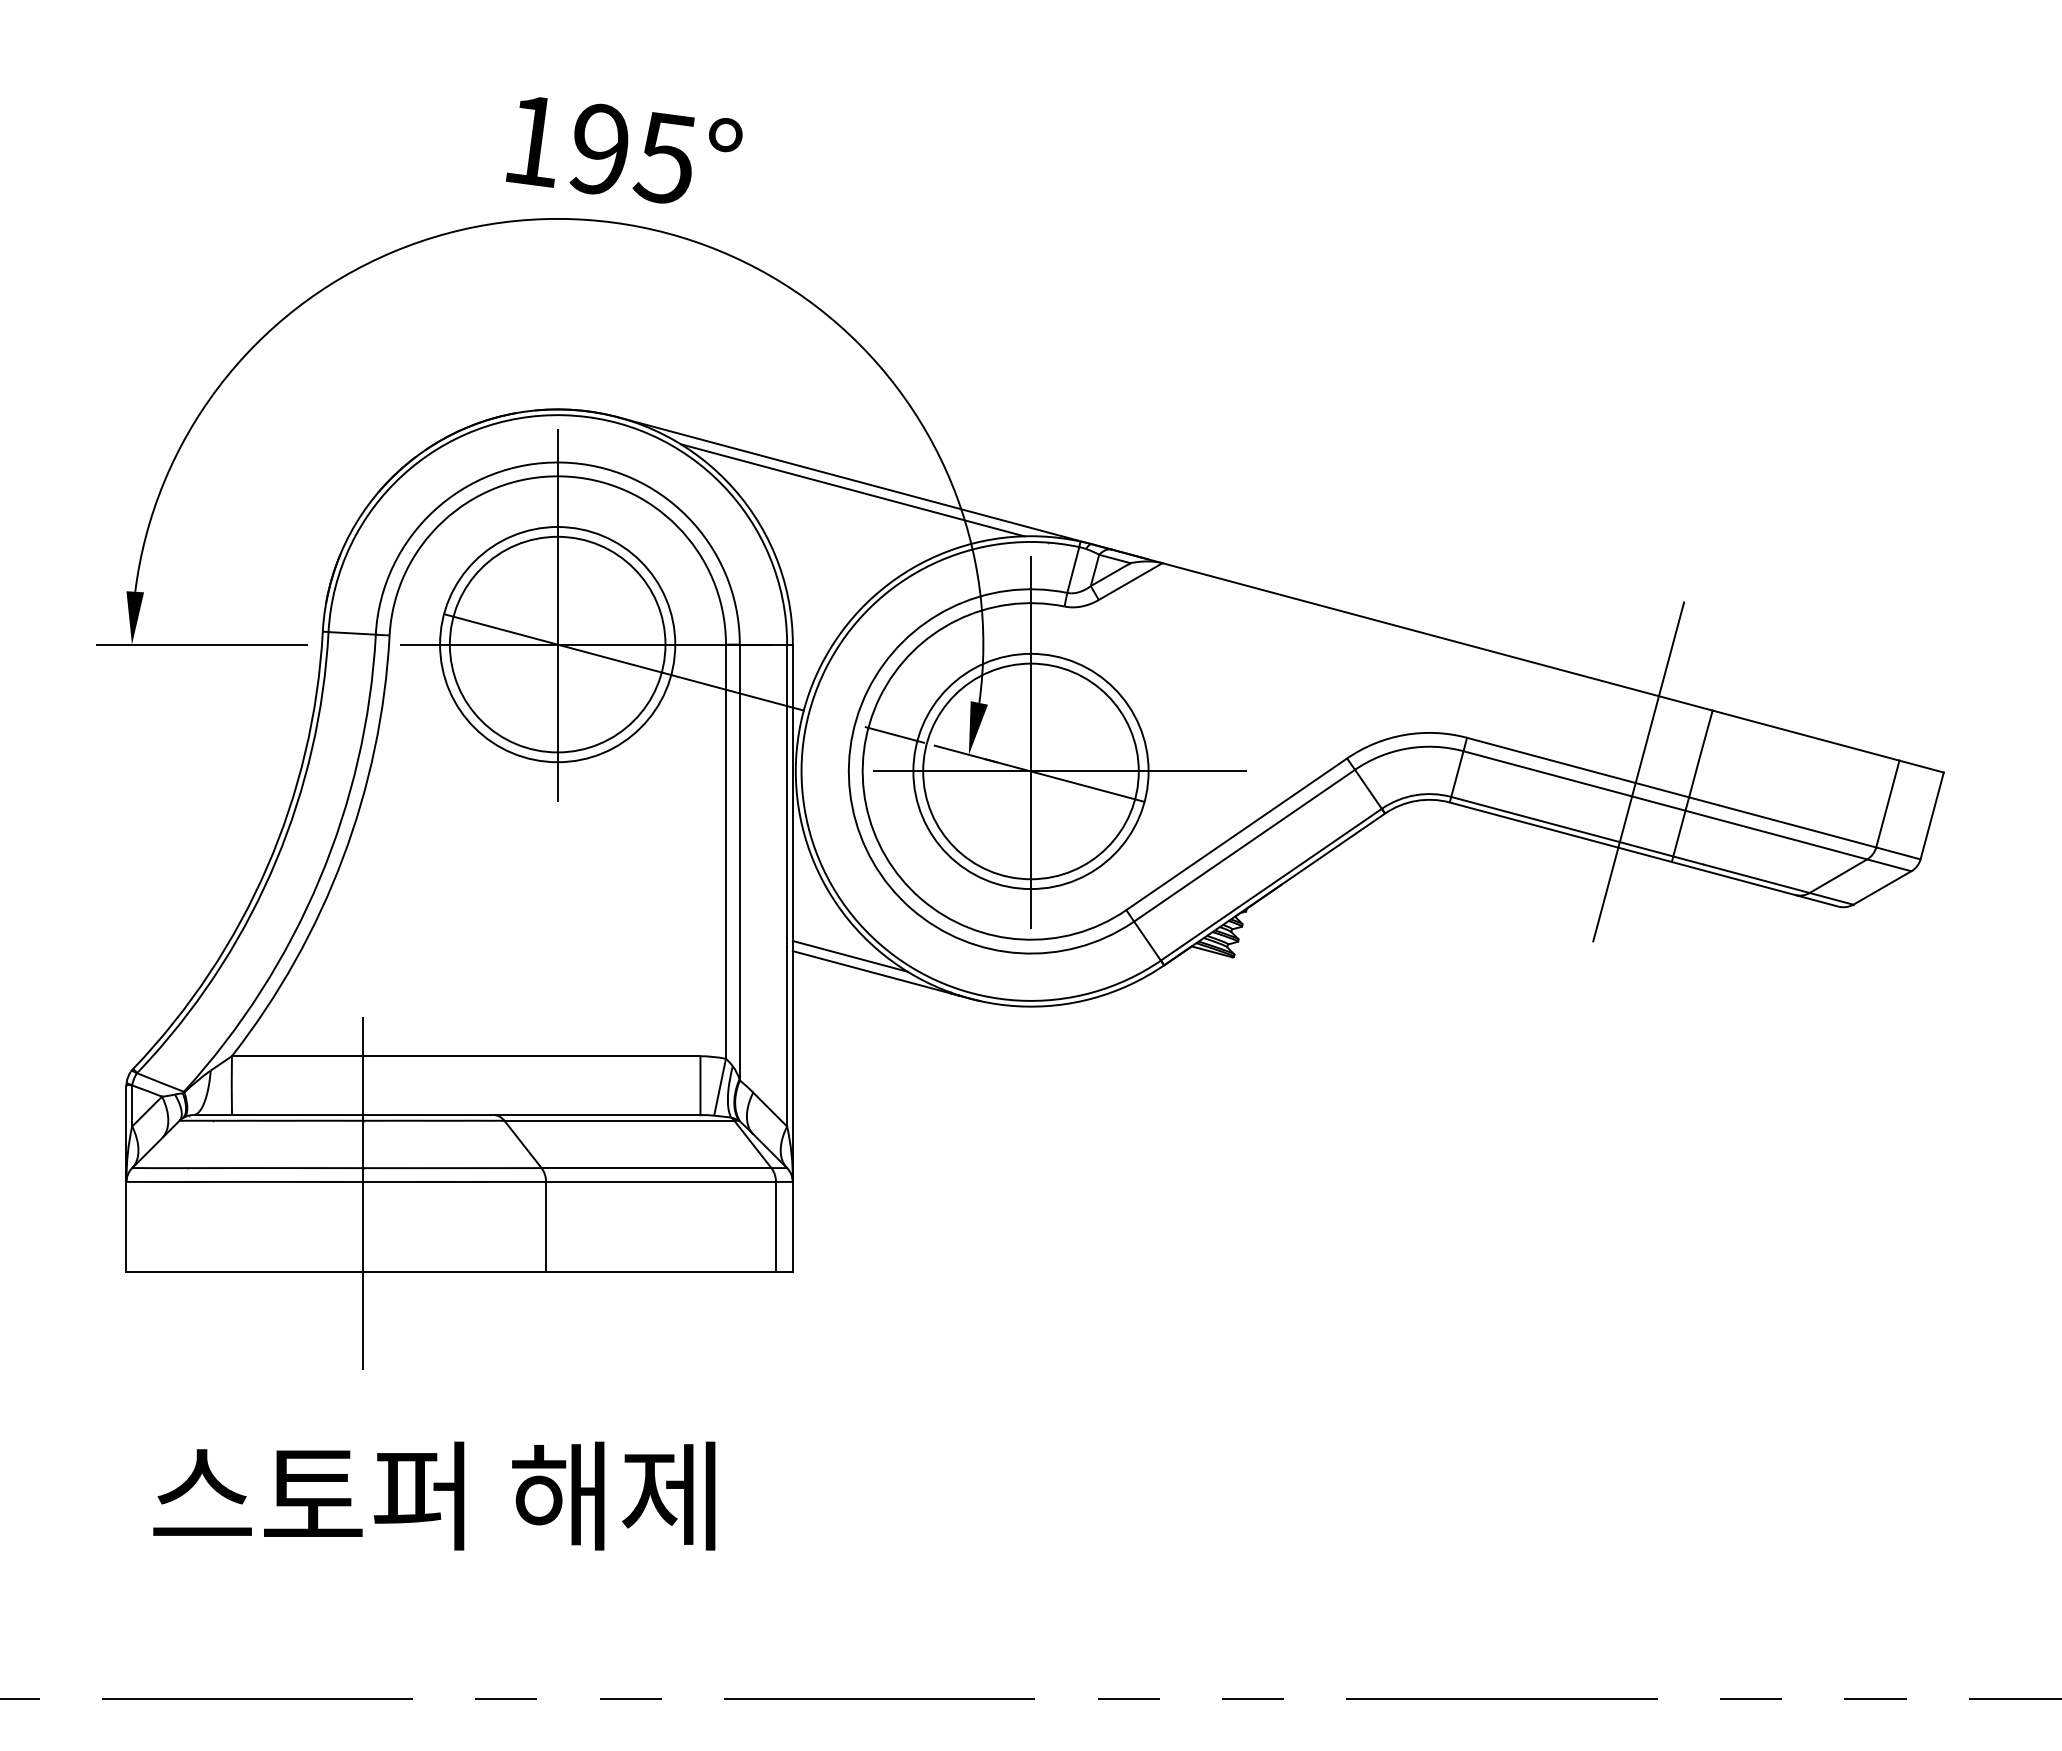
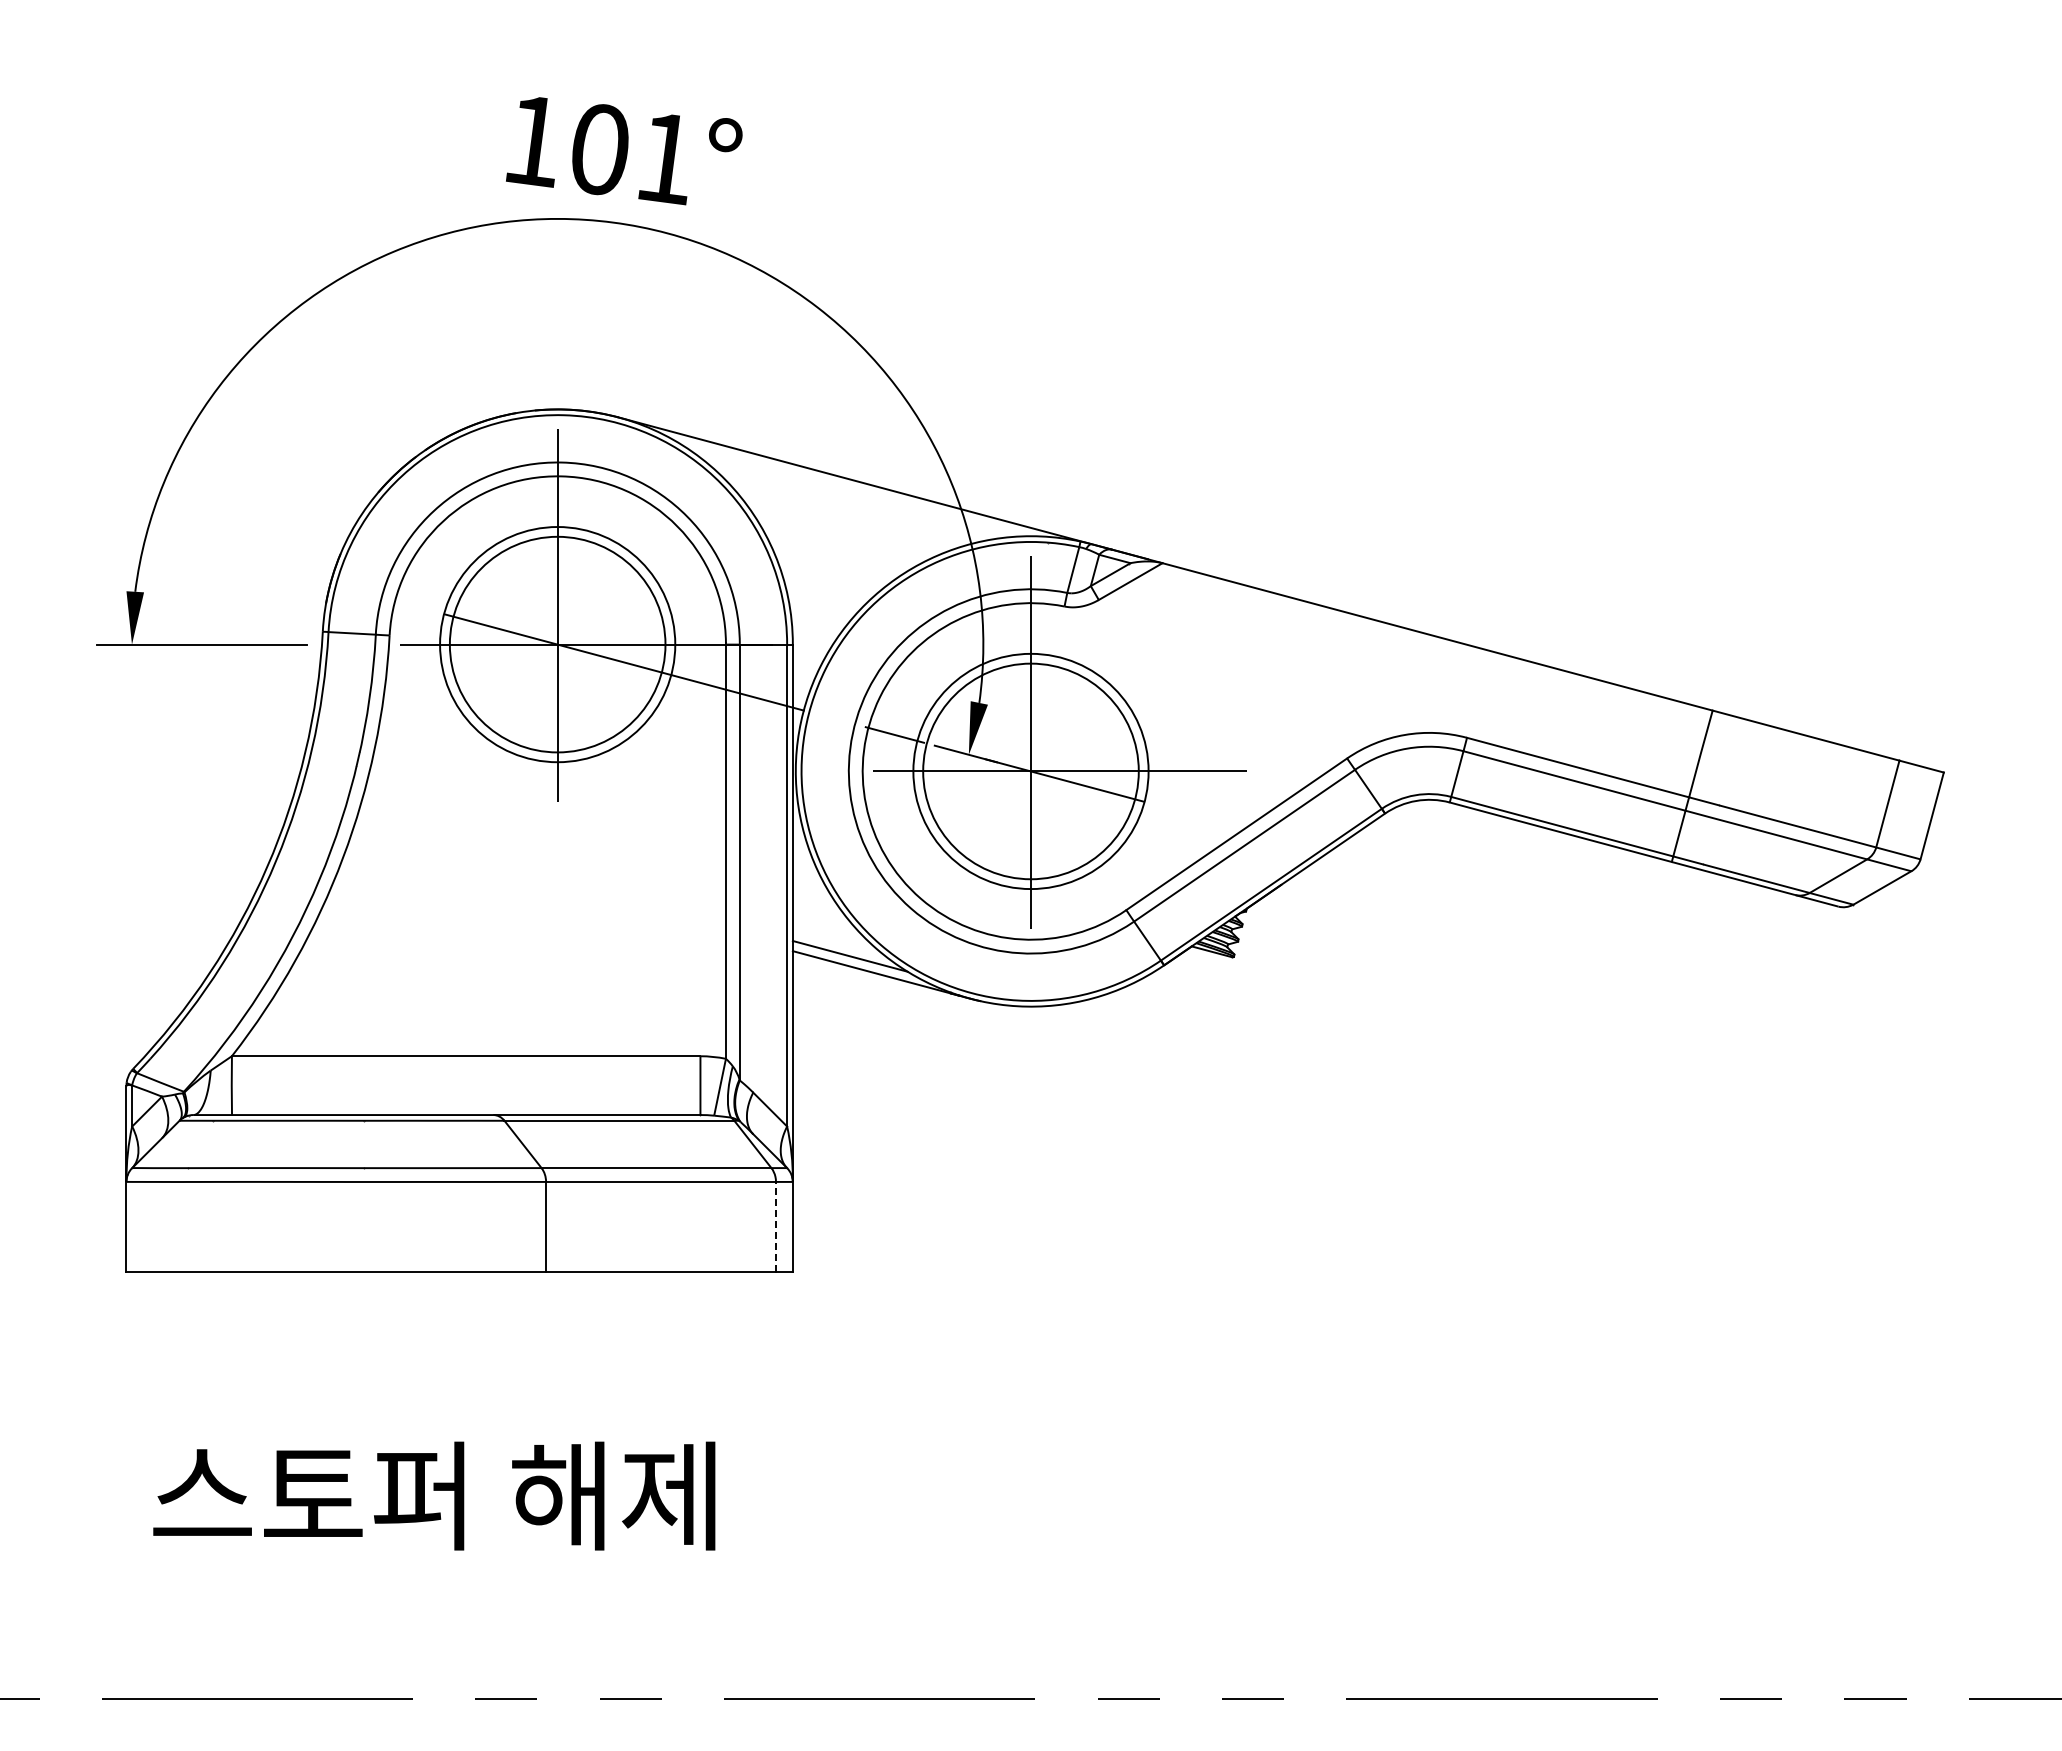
text at (631, 154): 195° -> 101°
line at (852, 490): present -> none
line at (1638, 771): present -> none
line at (362, 1193): present -> none
line at (775, 1226): solid -> dashed
